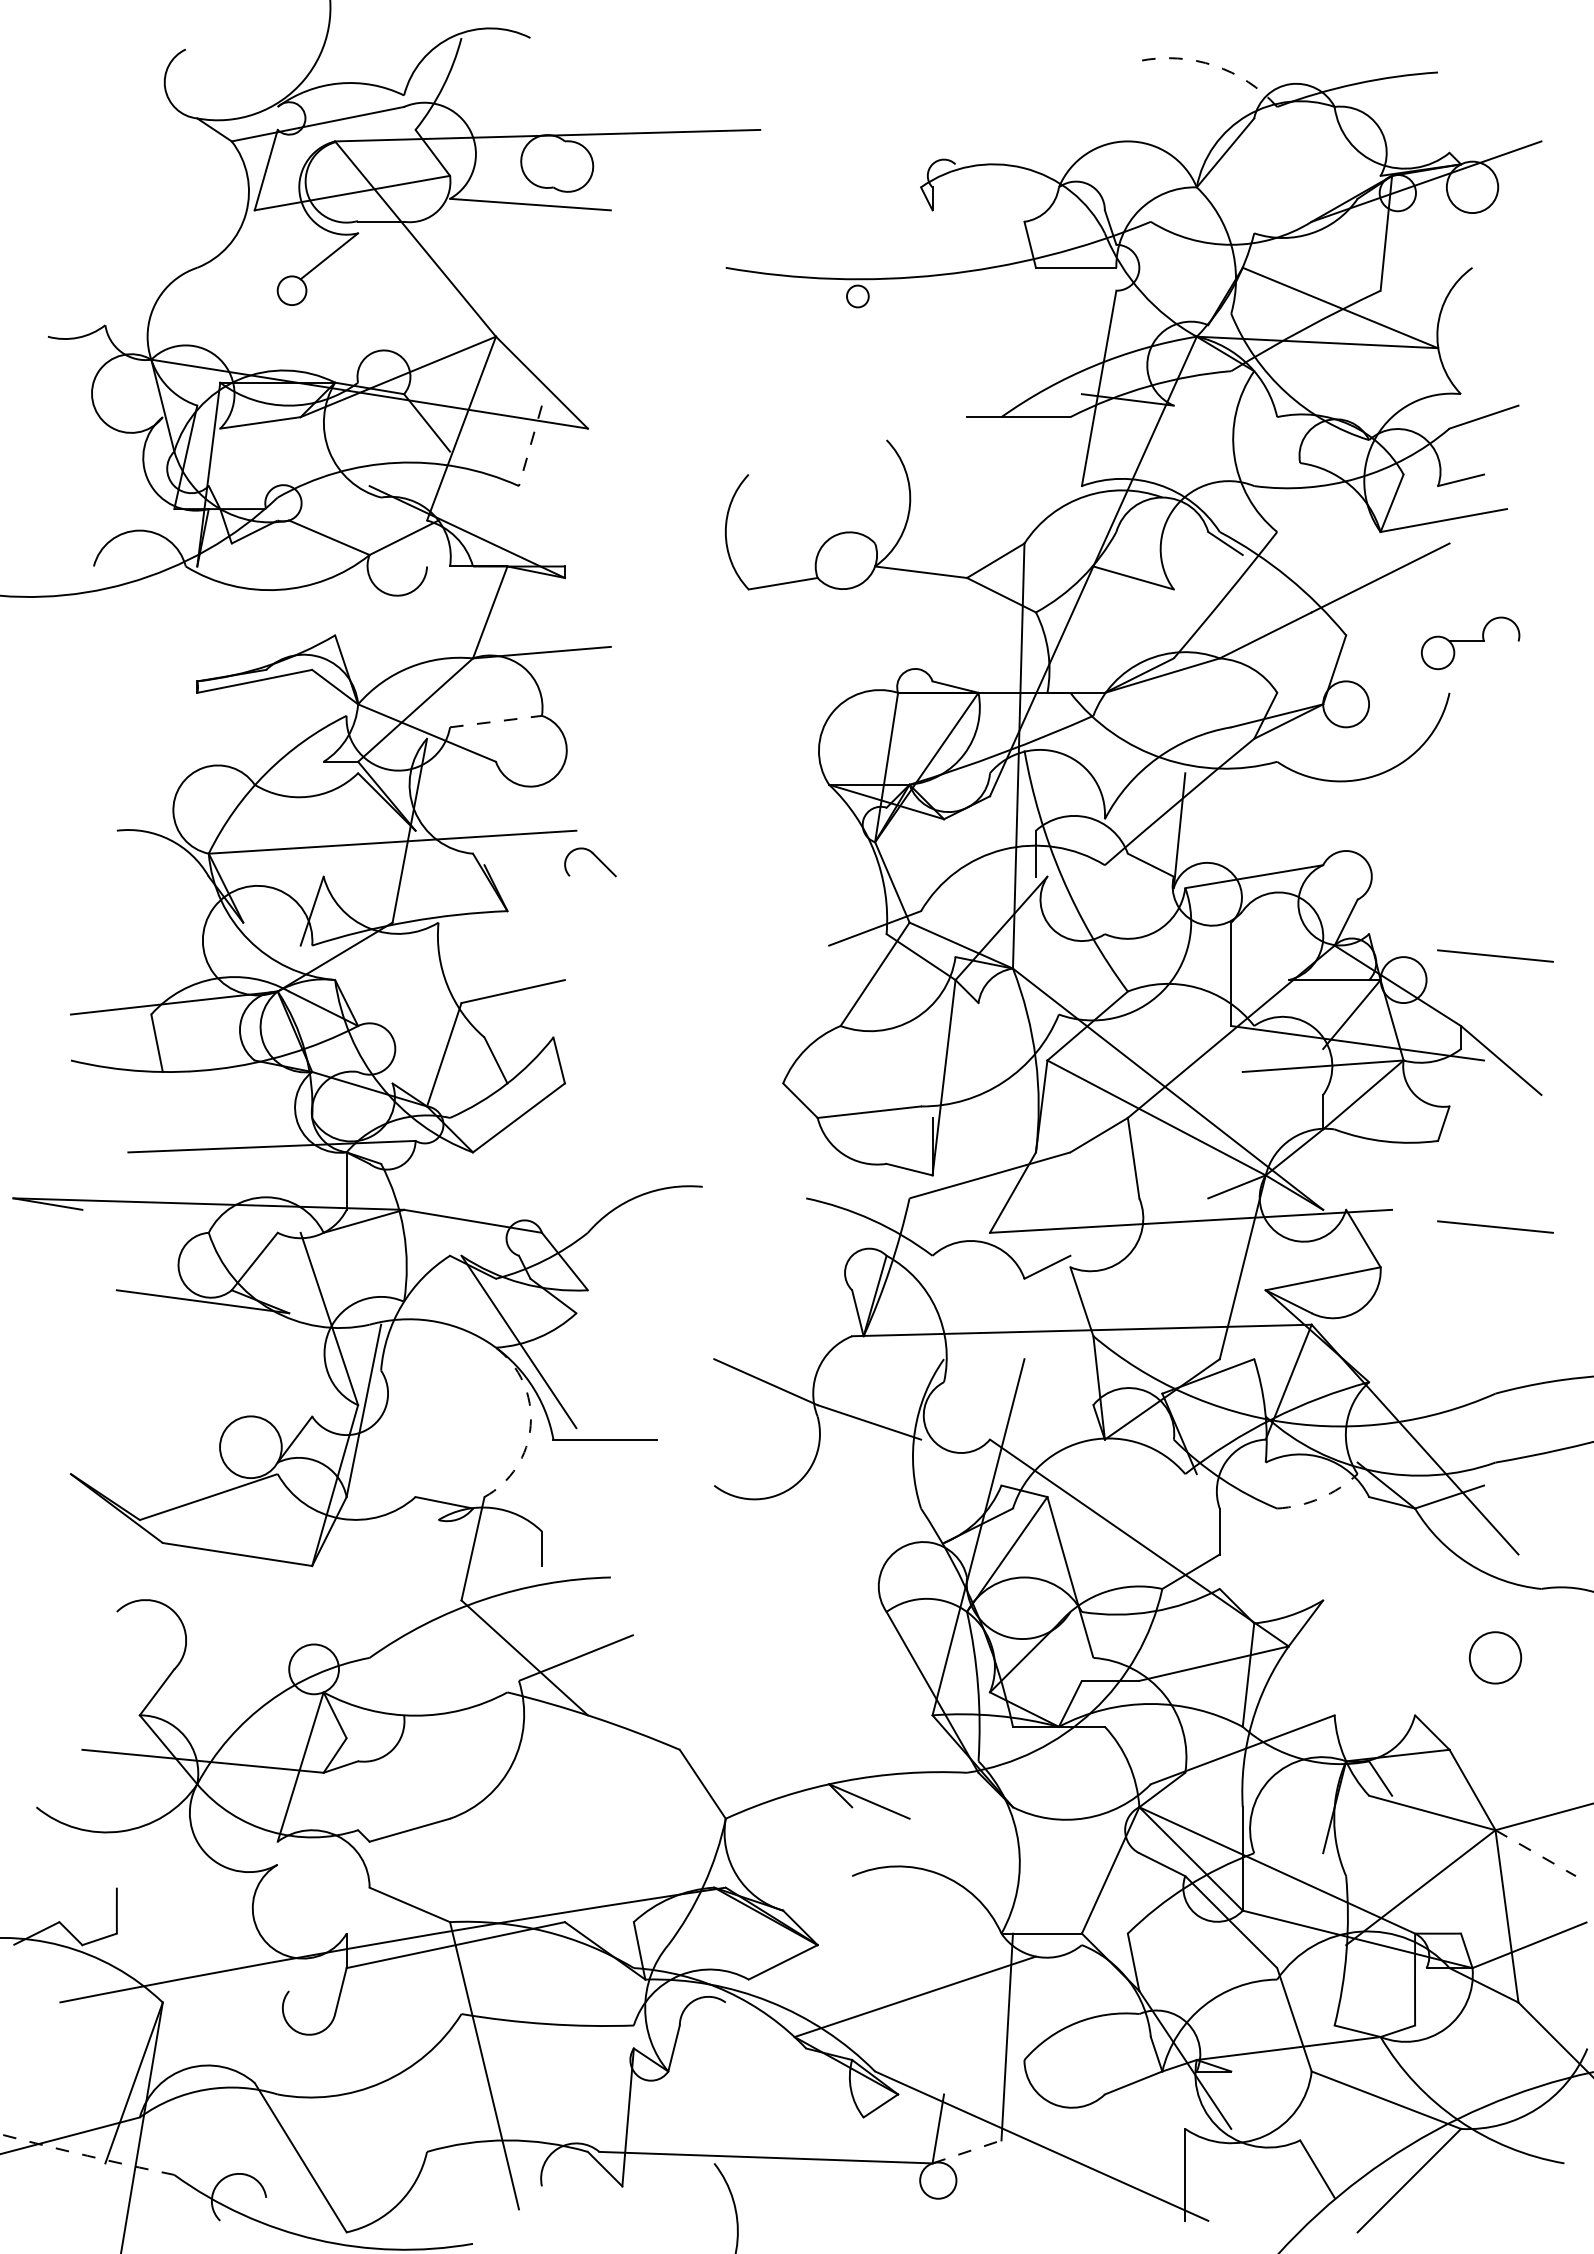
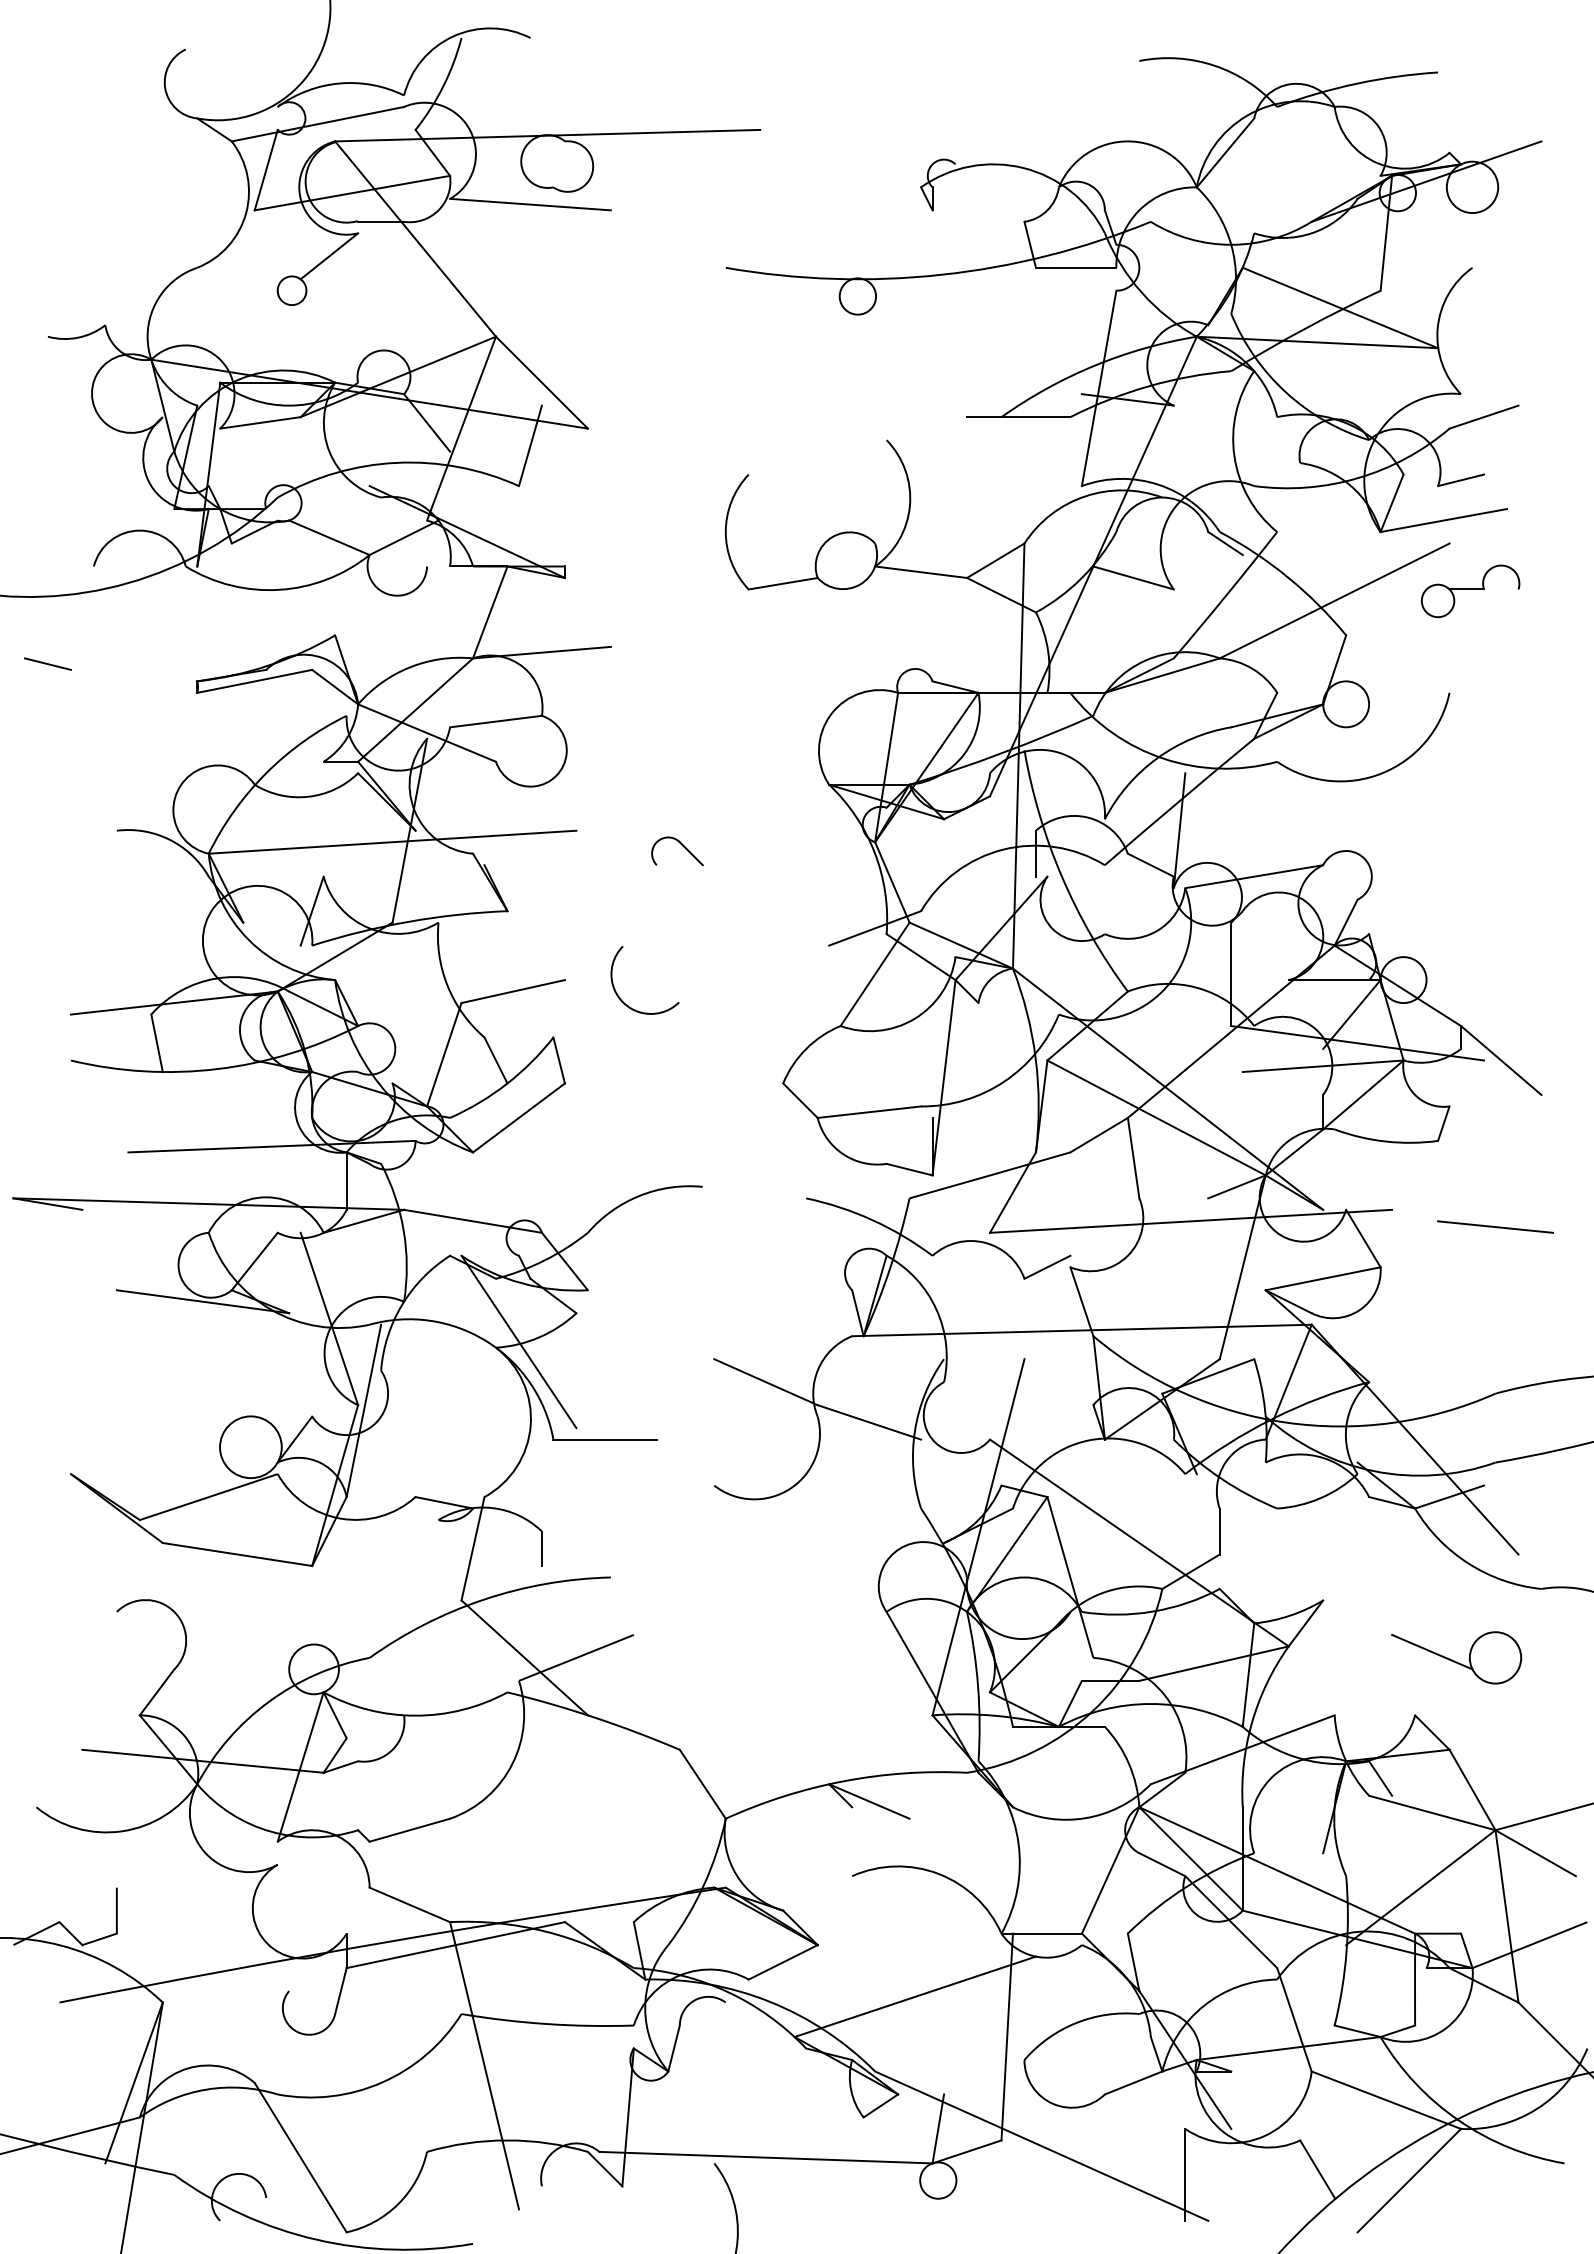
arc at (1214, 65): dashed -> solid
circle at (857, 296) diameter: 22 px -> 36 px
line at (530, 445): dashed -> solid
part at (1470, 643) position: (1470, 643) -> (1470, 591)
line at (47, 663): none -> present
line at (496, 721): dashed -> solid
part at (595, 857) position: (595, 857) -> (682, 846)
line at (1495, 955): present -> none
arc at (620, 997): none -> present
arc at (530, 1425): dashed -> solid
arc at (1320, 1498): dashed -> solid
line at (1432, 1651): none -> present
line at (1536, 1853): dashed -> solid
line at (967, 2151): dashed -> solid
arc at (86, 2155): dashed -> solid
